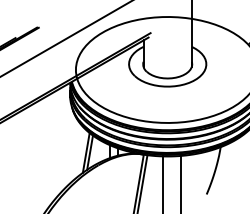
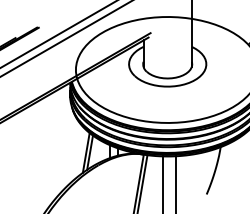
line at (58, 34): none -> present
line at (180, 183) position: (180, 183) -> (175, 183)
